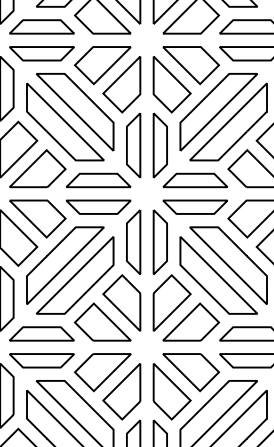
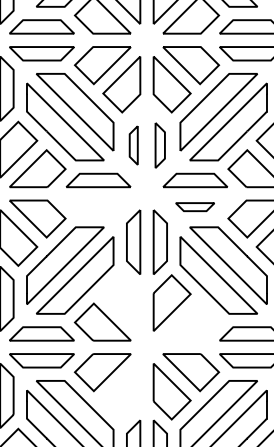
part at (133, 145) size: 16x67 px -> 11x41 px
part at (159, 145) size: 16x67 px -> 12x47 px
part at (98, 206): present -> none
part at (194, 206) size: 66x16 px -> 40x11 px
part at (121, 302): present -> none
part at (191, 321): present -> none
part at (121, 391): present -> none
